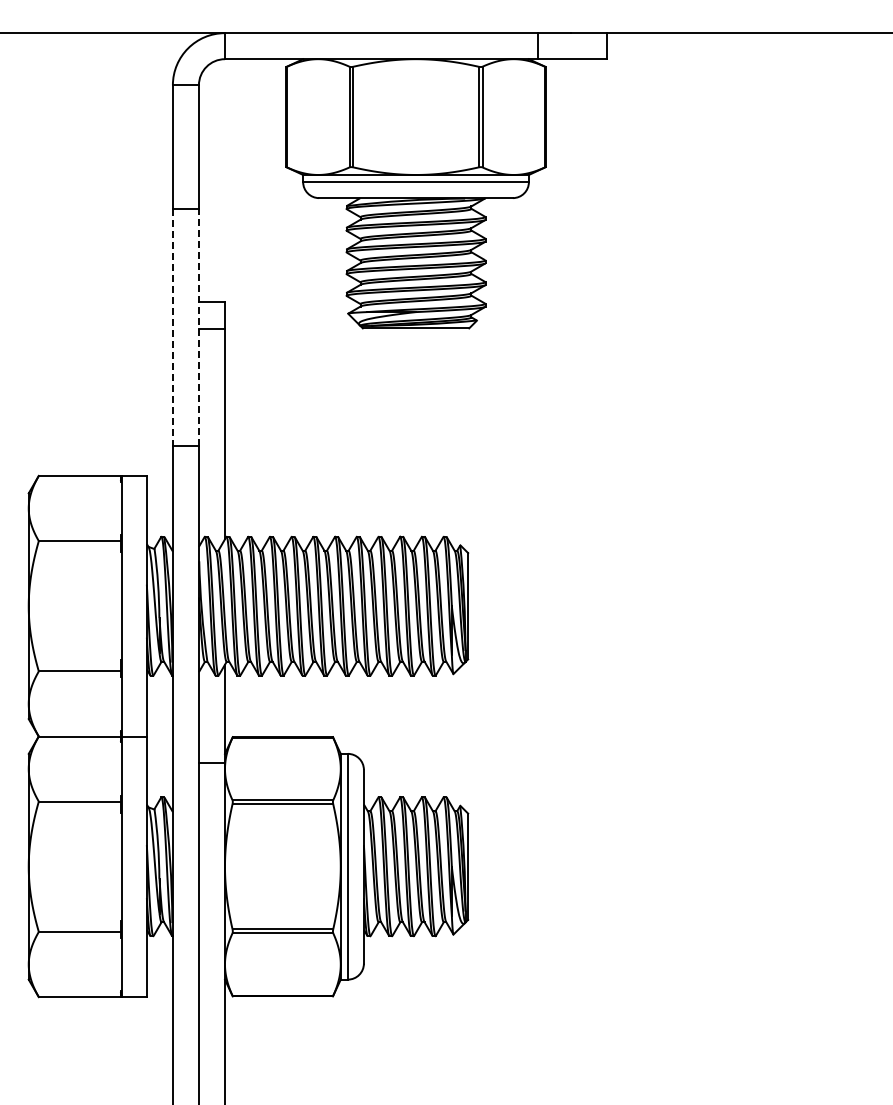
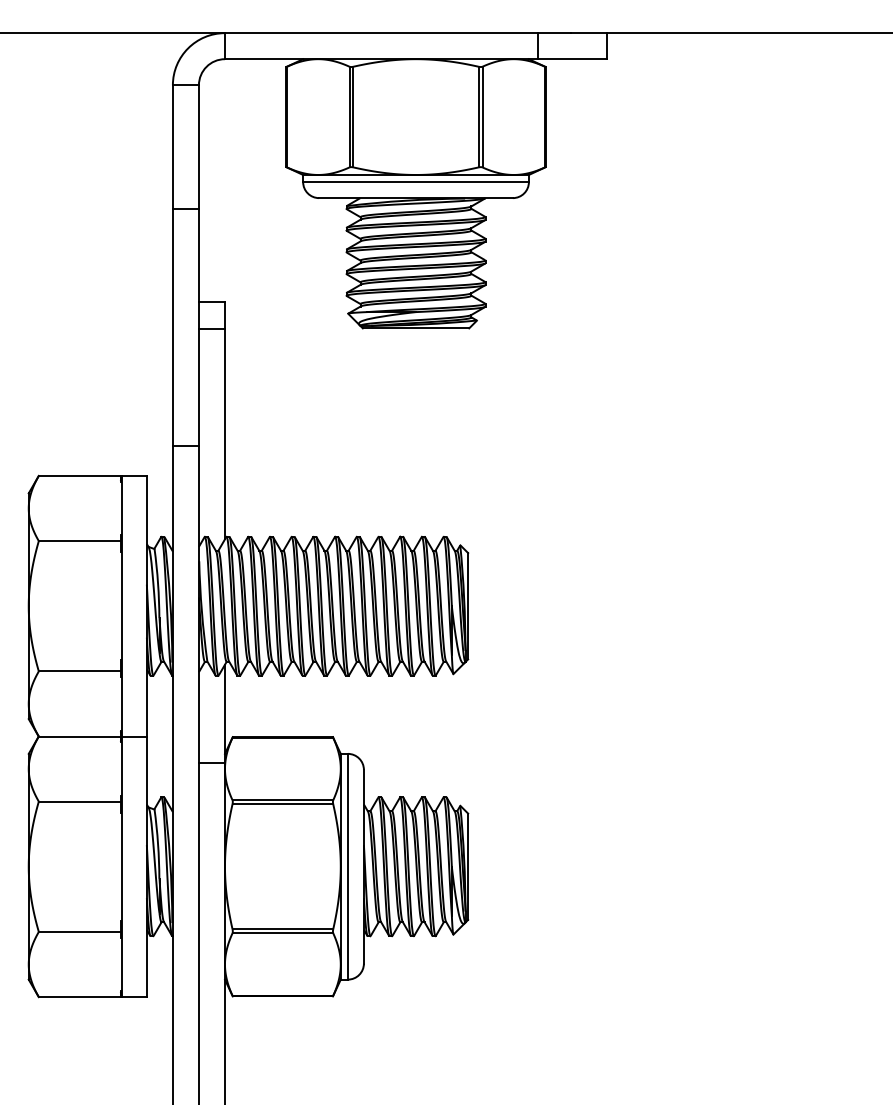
line at (198, 326): dashed -> solid
line at (172, 327): dashed -> solid
